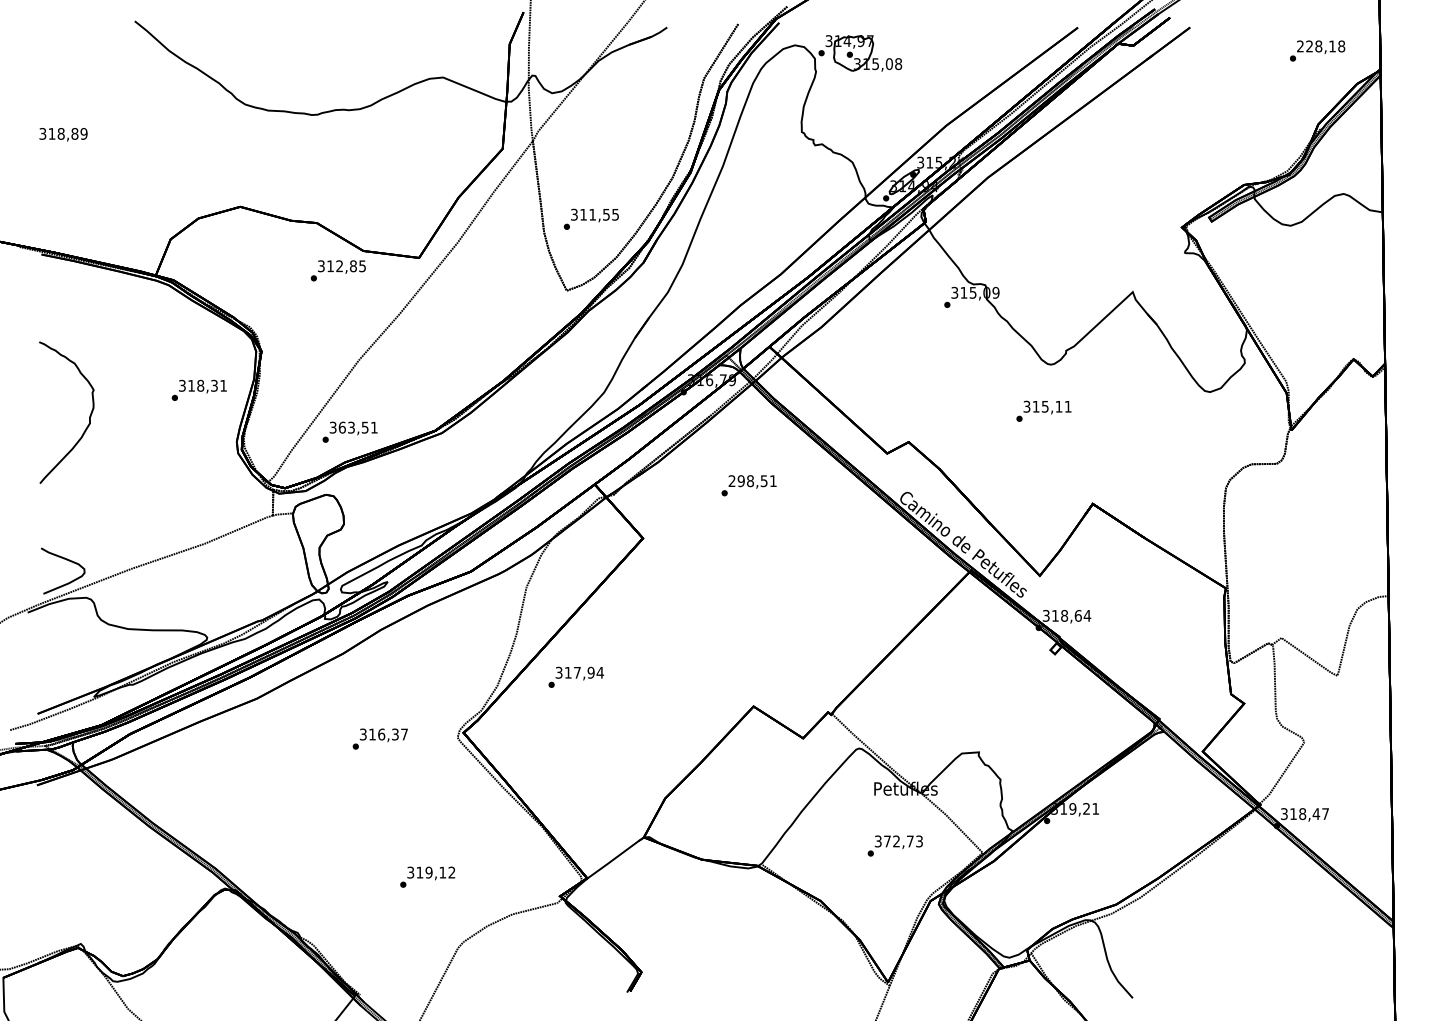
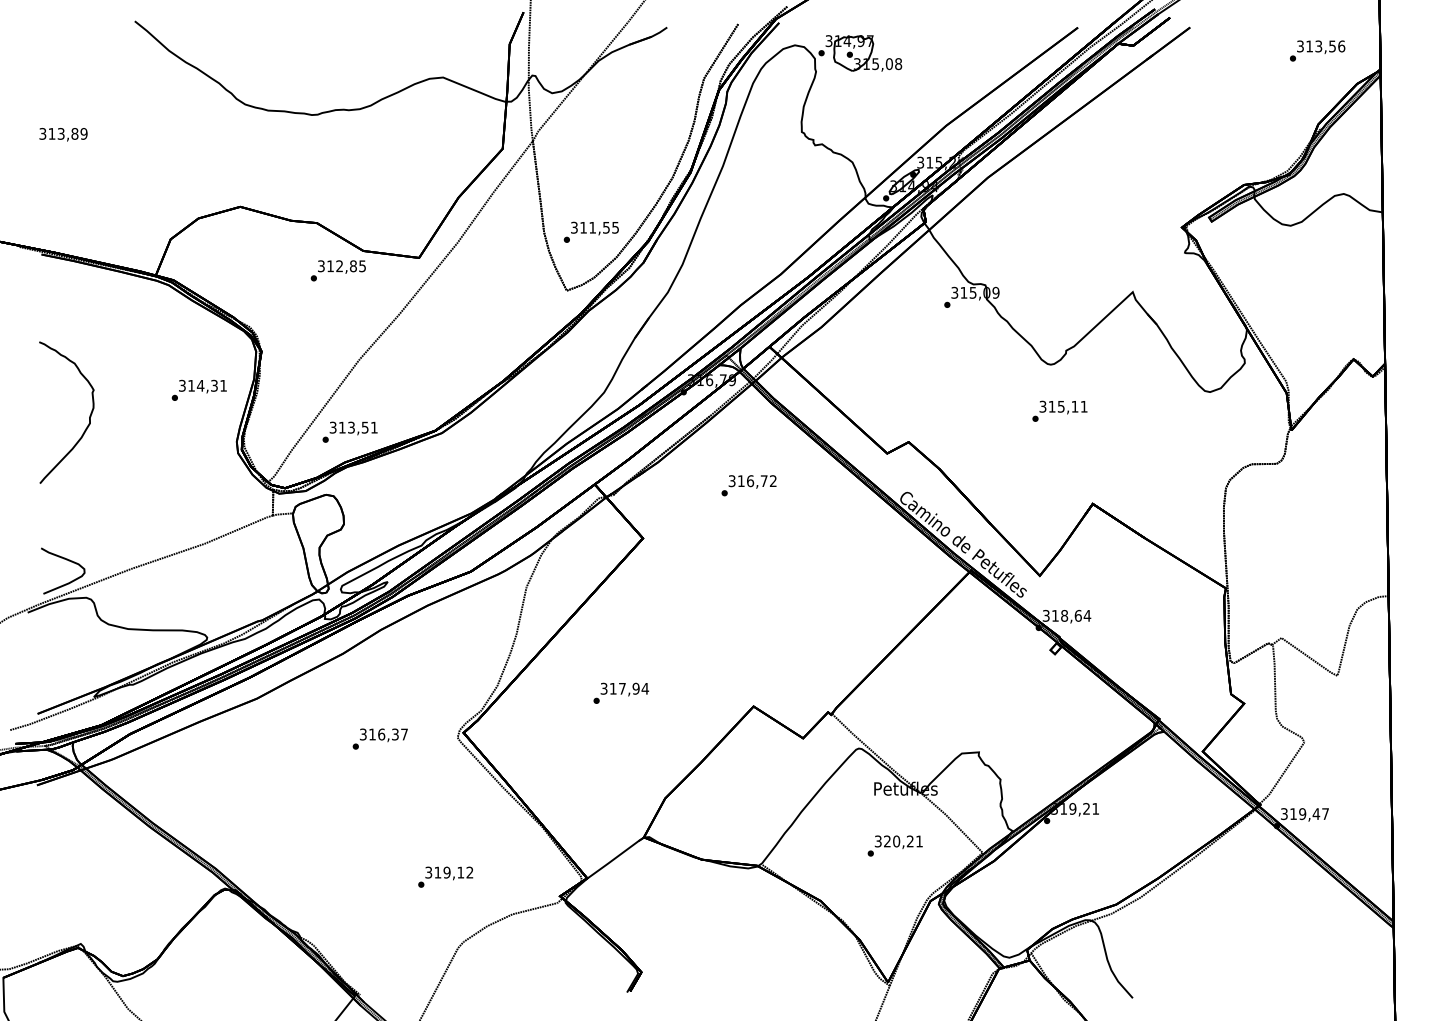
text at (1321, 46): 228,18 -> 313,56
text at (60, 133): 318,89 -> 313,89
text at (590, 218) position: (590, 218) -> (590, 231)
text at (200, 385): 318,31 -> 314,31
text at (1043, 410) position: (1043, 410) -> (1059, 410)
text at (341, 427): 363,51 -> 313,51
text at (752, 481): 298,51 -> 316,72
text at (576, 676) position: (576, 676) -> (621, 692)
text at (1302, 813): 318,47 -> 319,47
text at (903, 841): 372,73 -> 320,21
text at (427, 876) position: (427, 876) -> (445, 876)
